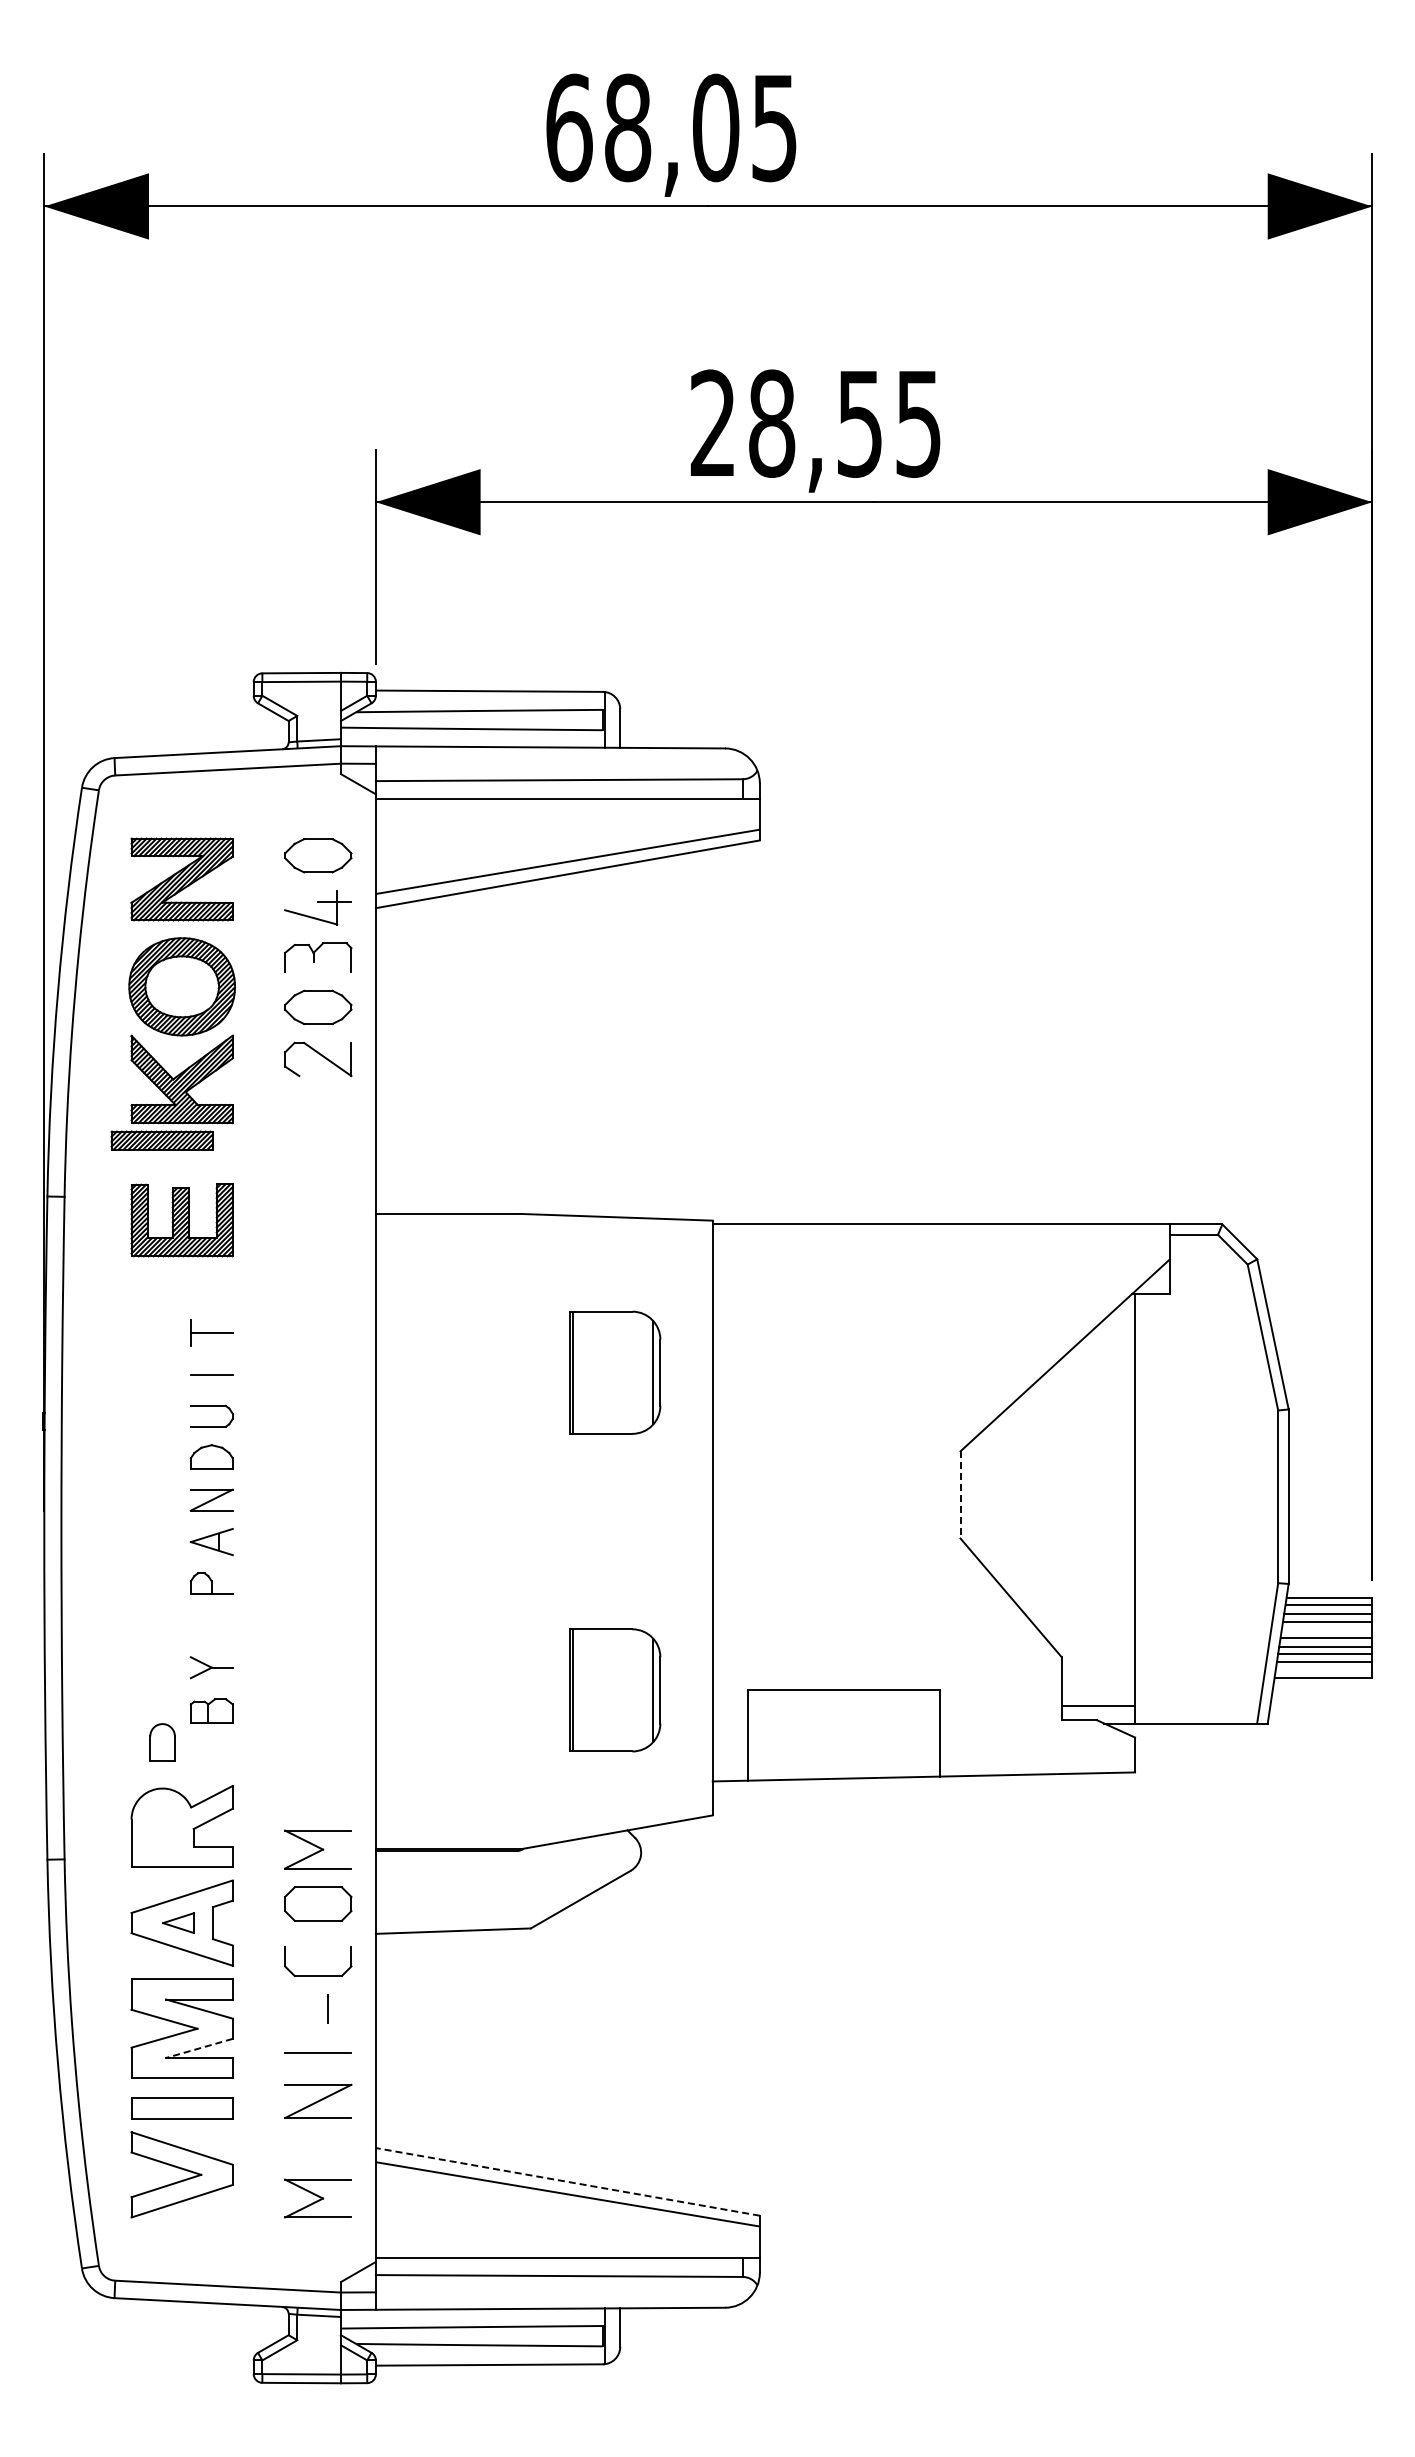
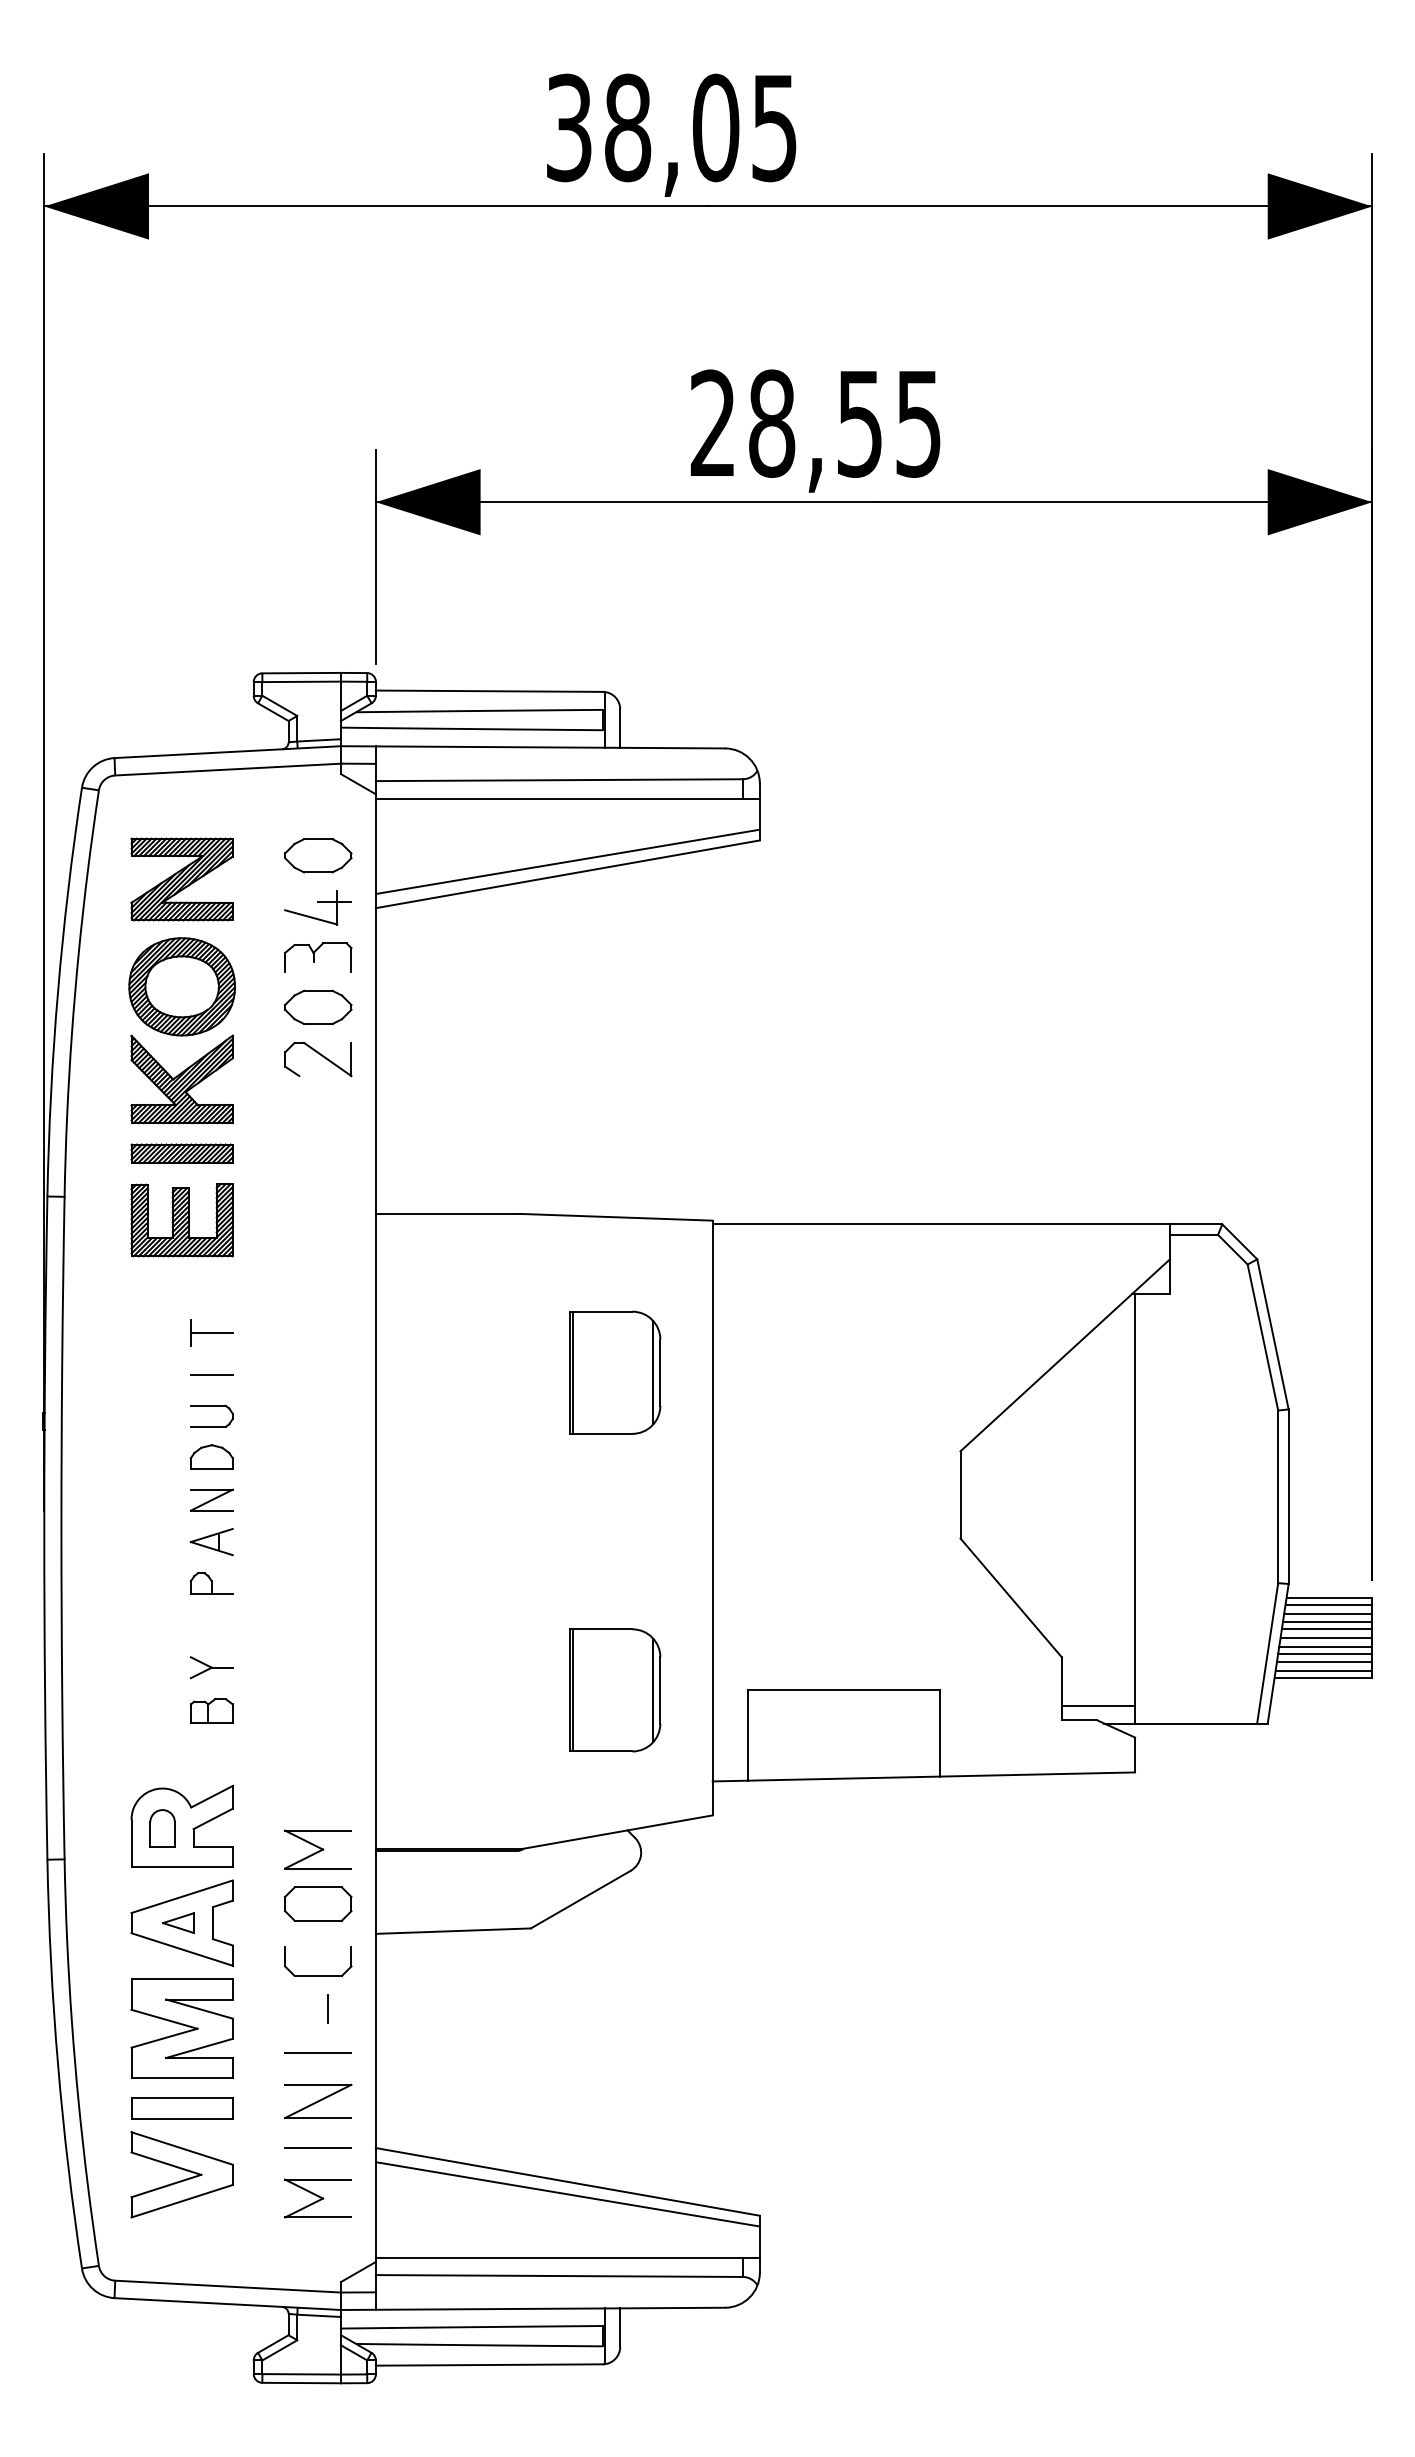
text at (569, 127): 68,05 -> 38,05
part at (161, 1140) position: (161, 1140) -> (181, 1153)
line at (960, 1494): dashed -> solid
line at (1326, 1629): none -> present
line at (1323, 1671): none -> present
part at (162, 1742) position: (162, 1742) -> (162, 1828)
line at (199, 2048): dashed -> solid
line at (318, 2148): none -> present
line at (567, 2181): dashed -> solid
